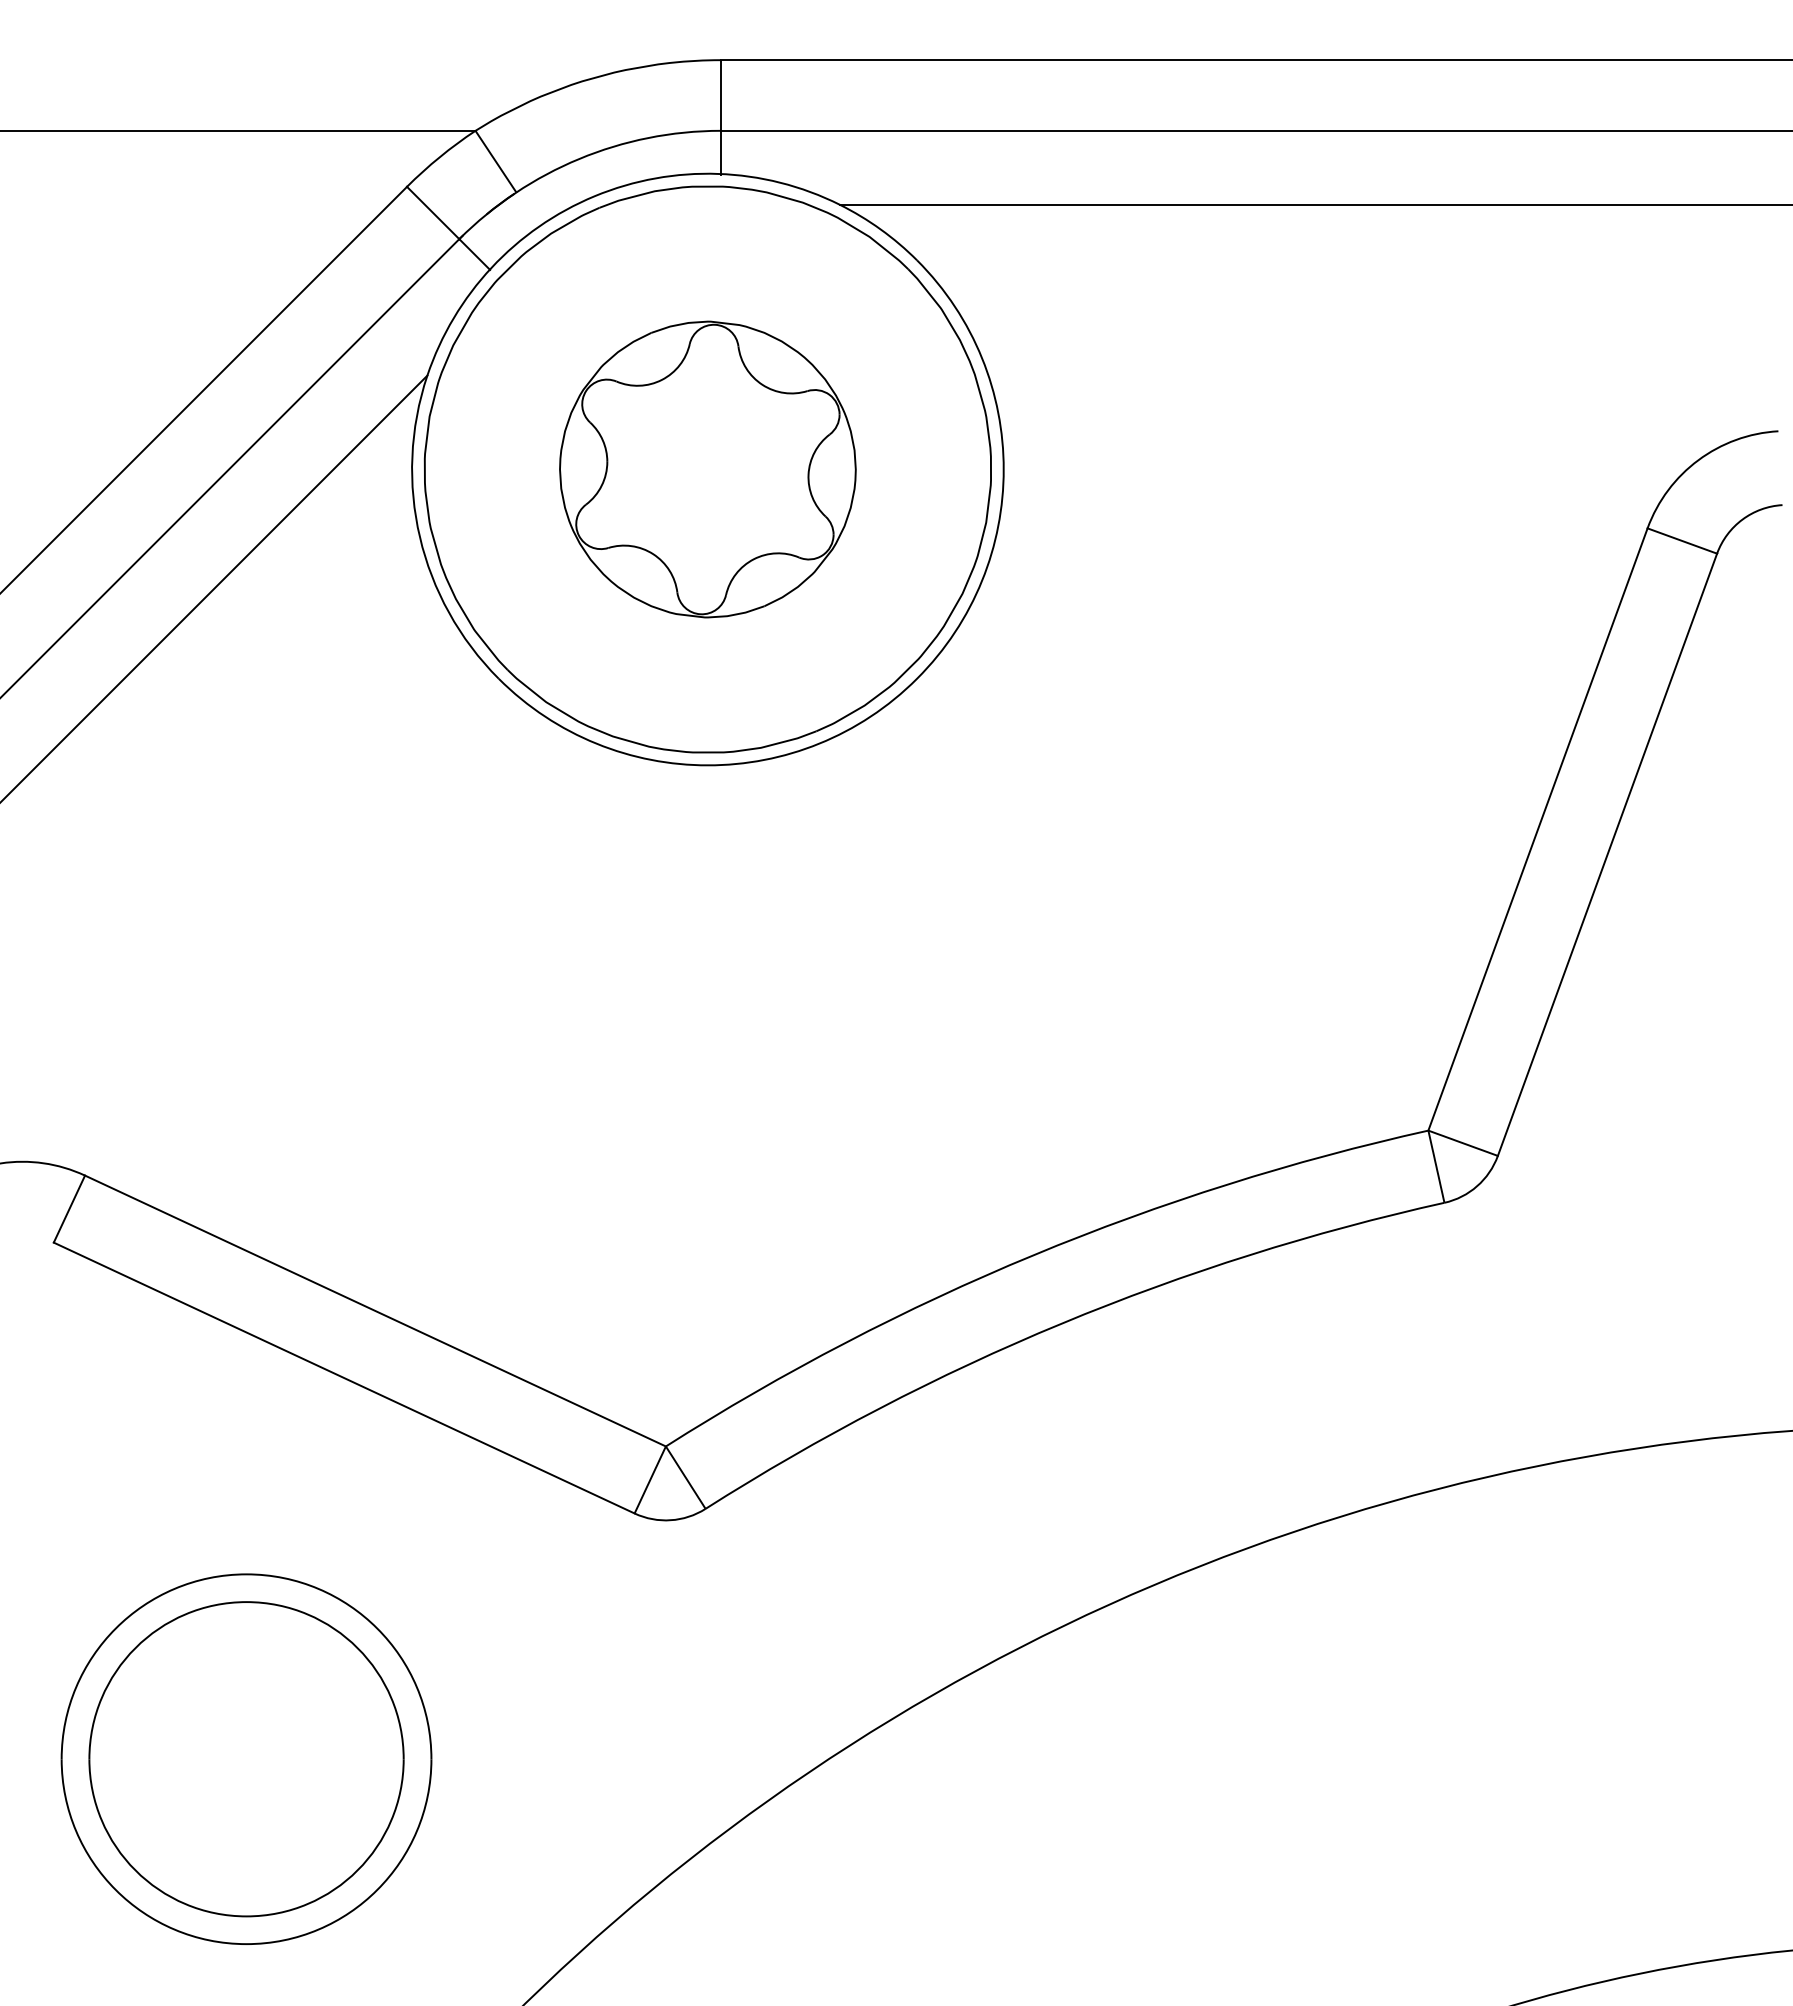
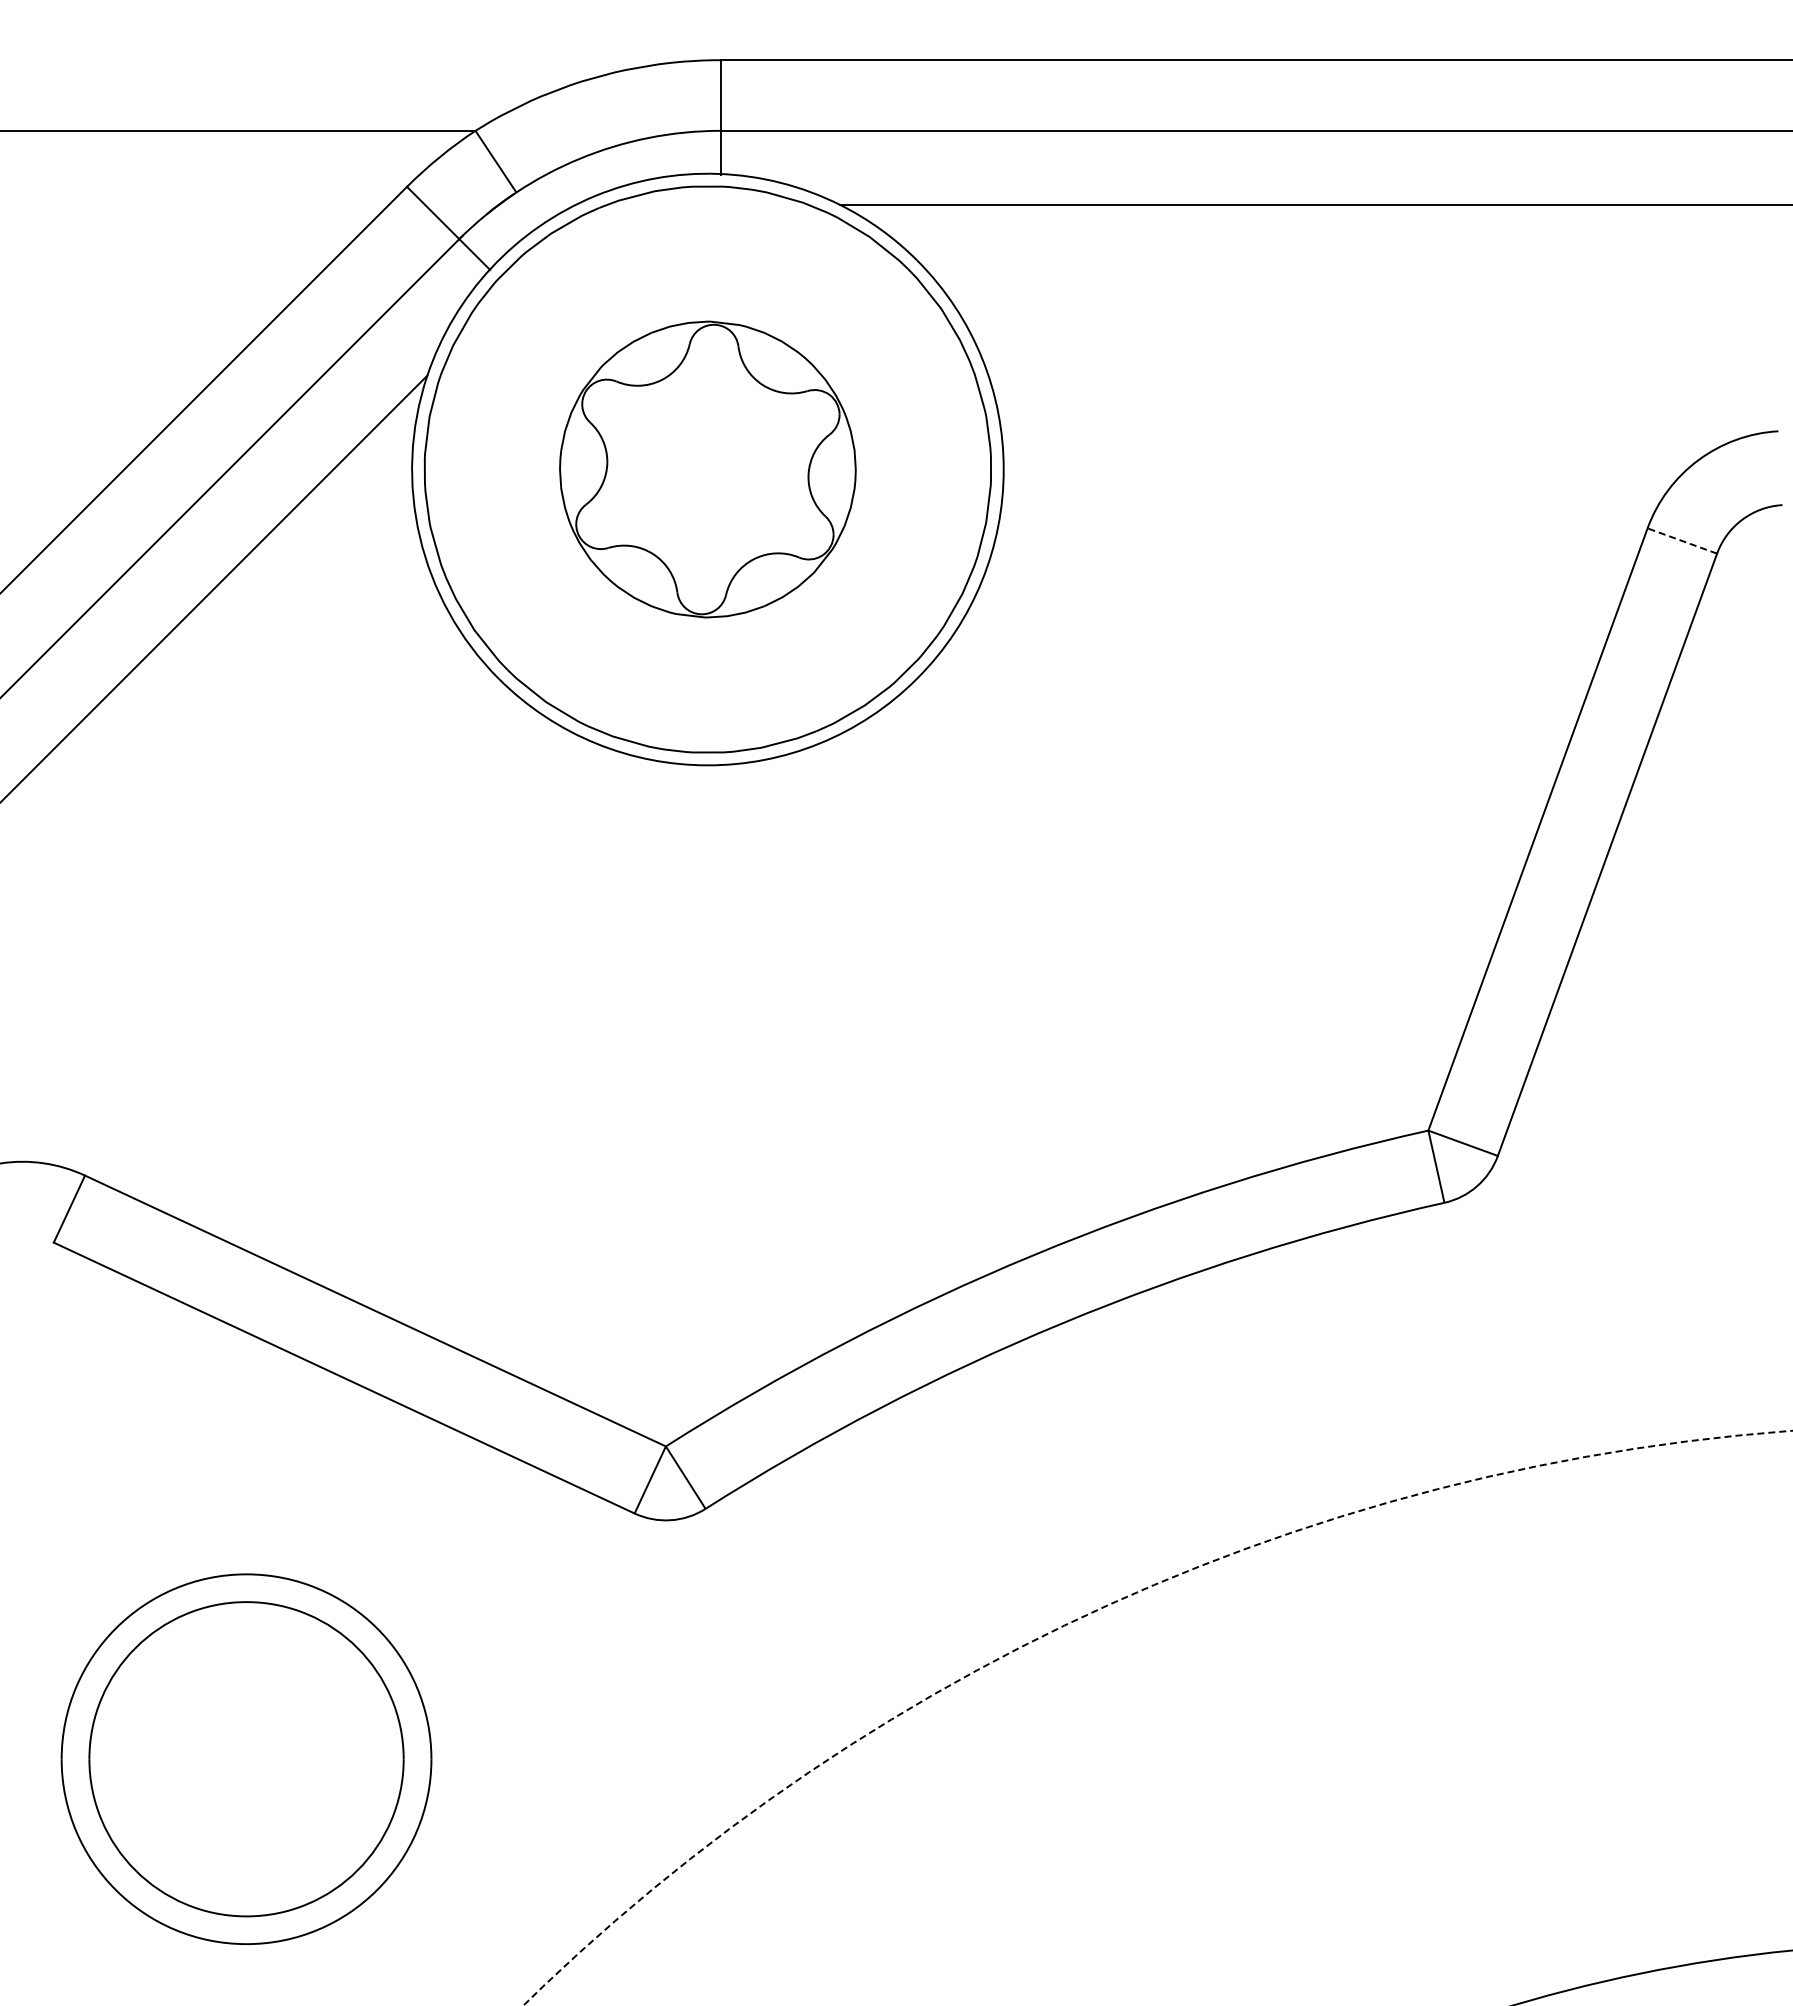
line at (1682, 541): solid -> dashed
arc at (1109, 1604): solid -> dashed
